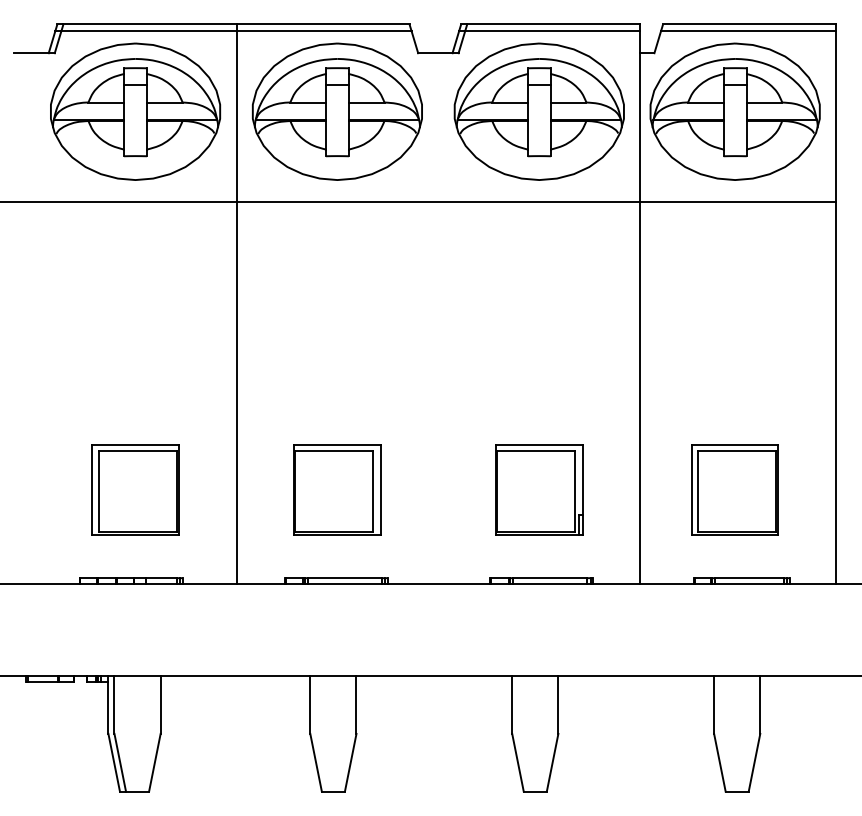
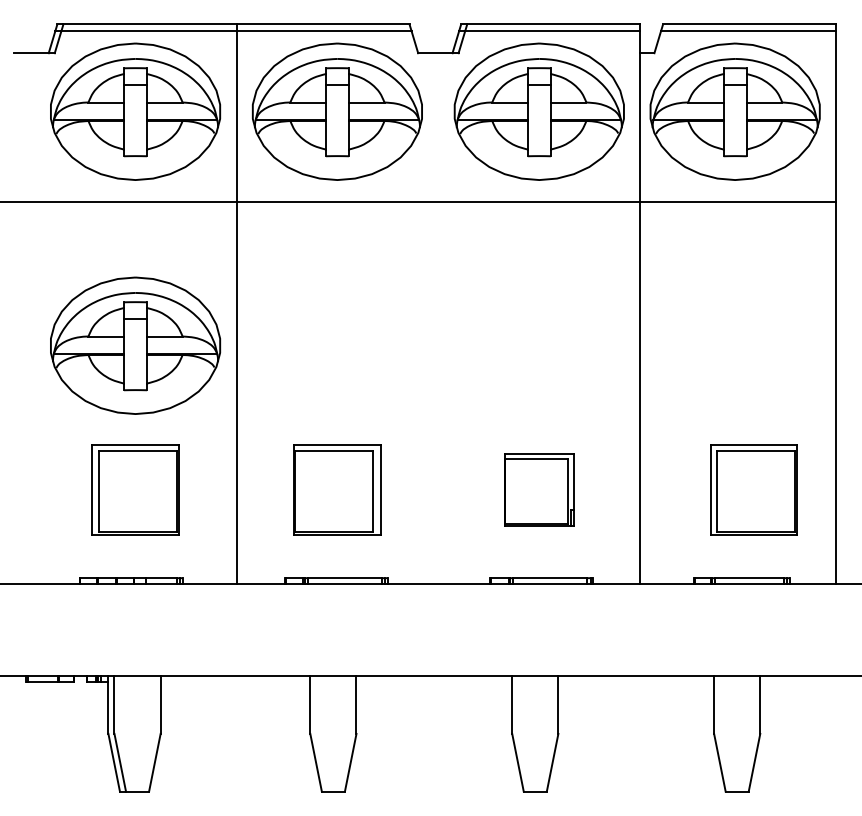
part at (135, 345): none -> present
part at (539, 489) size: 89x92 px -> 71x74 px
part at (734, 489) position: (734, 489) -> (753, 489)
